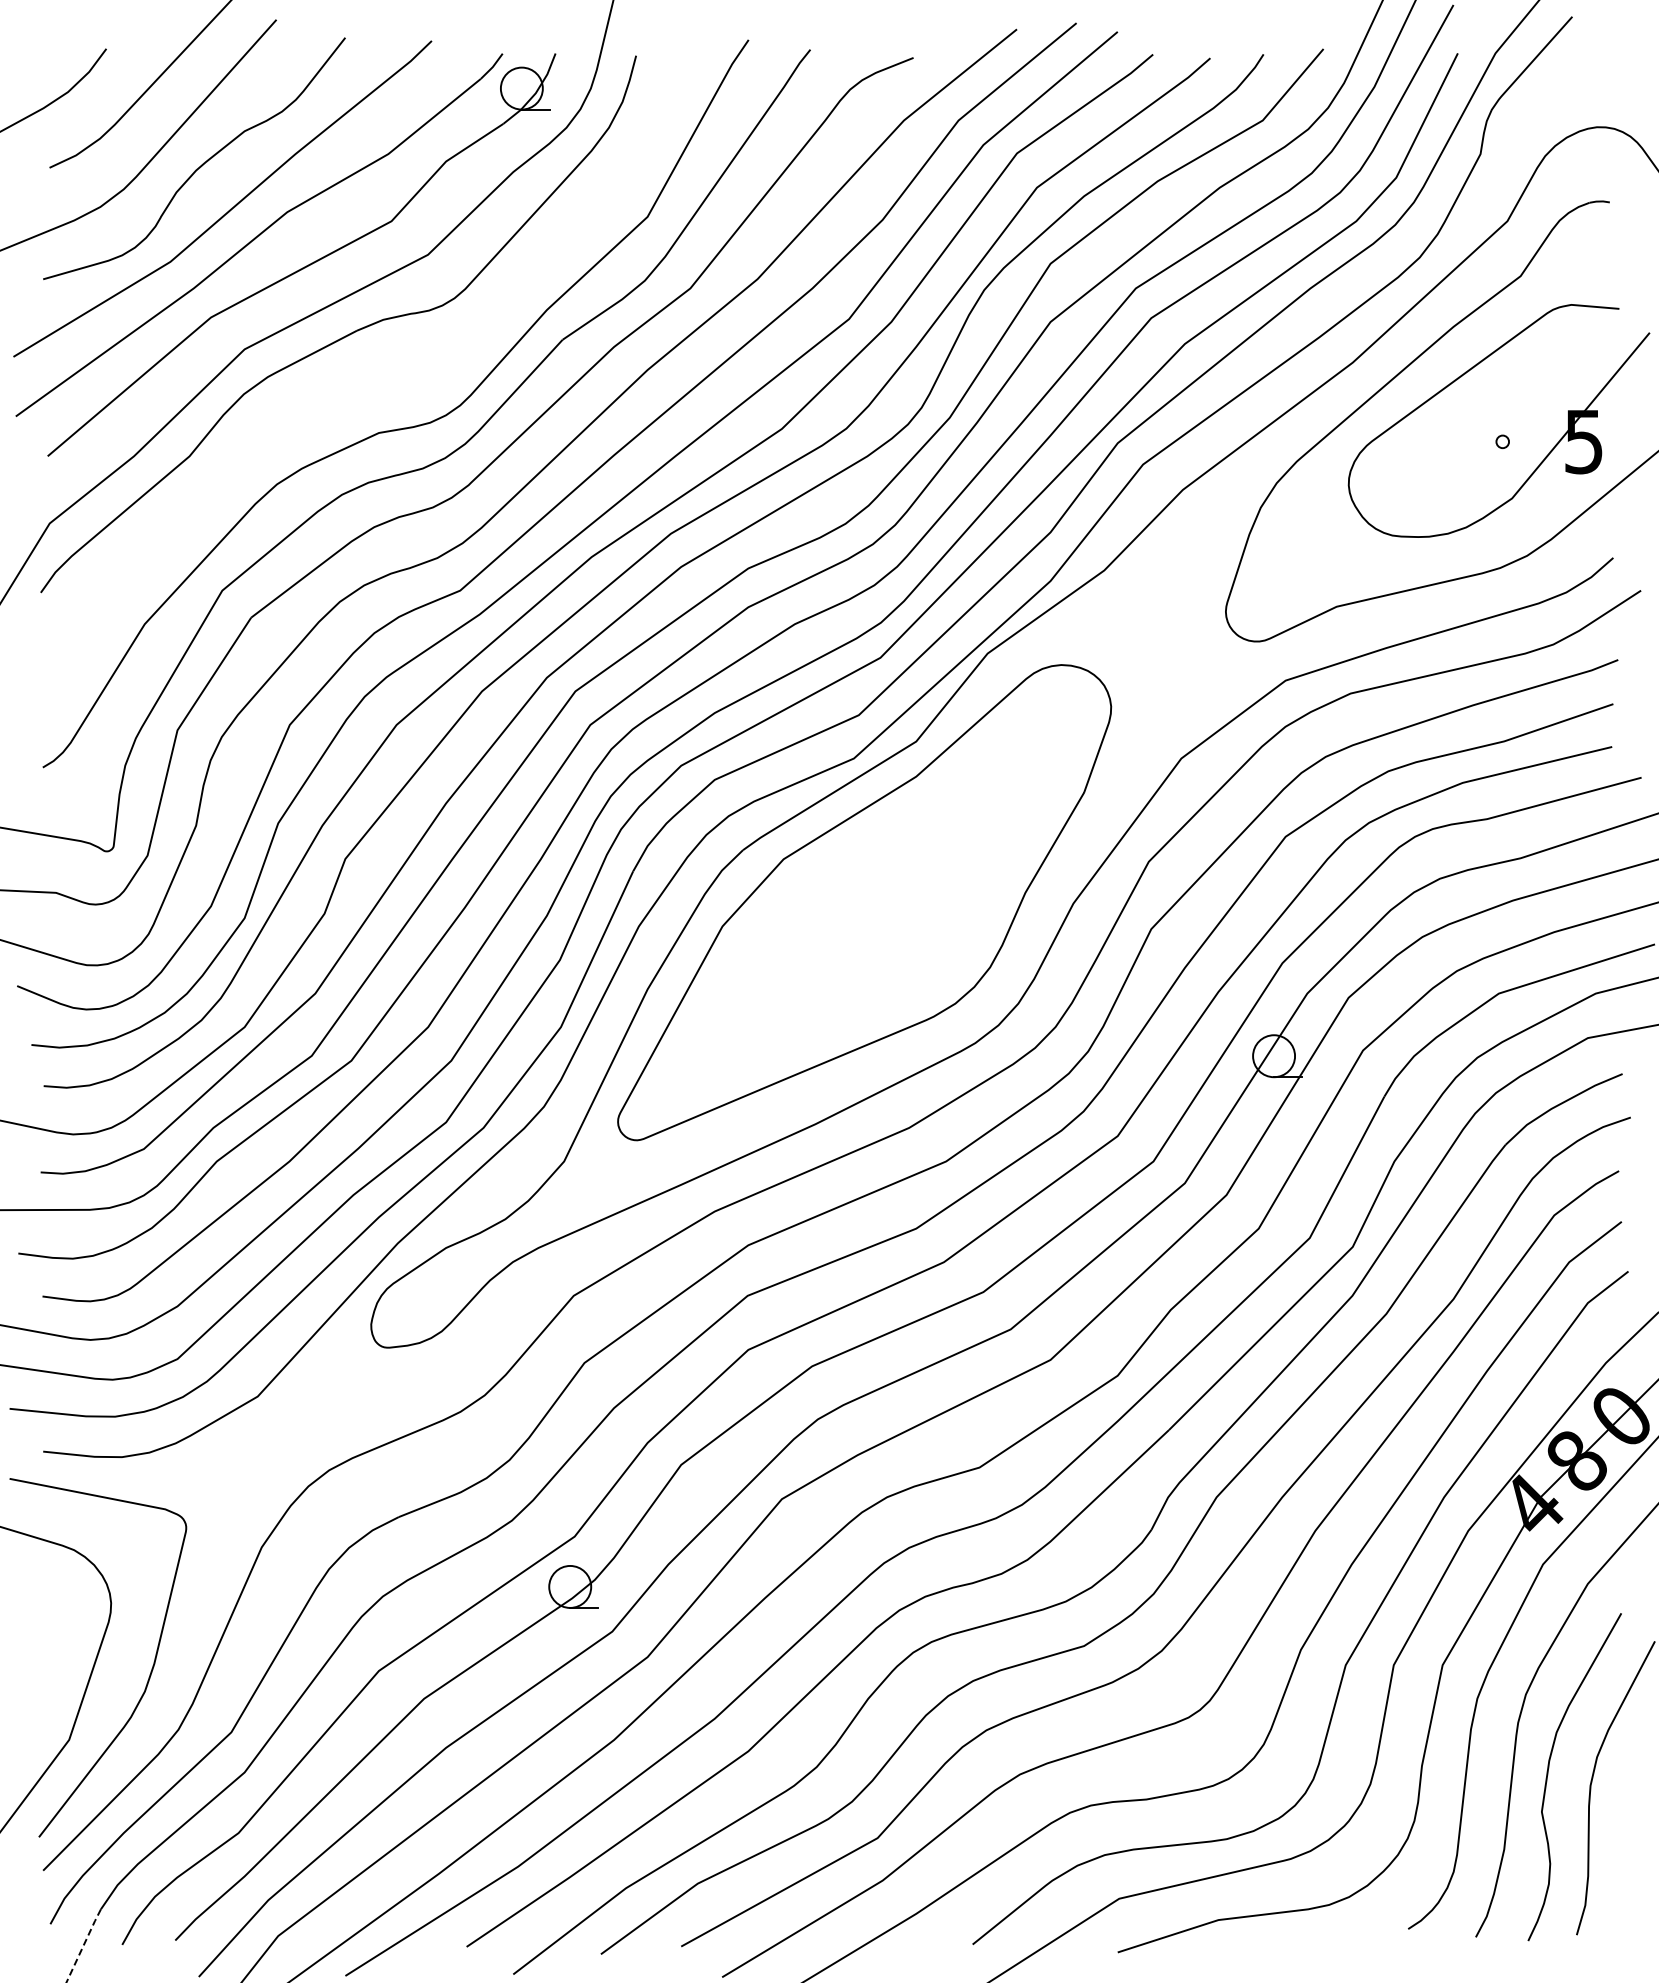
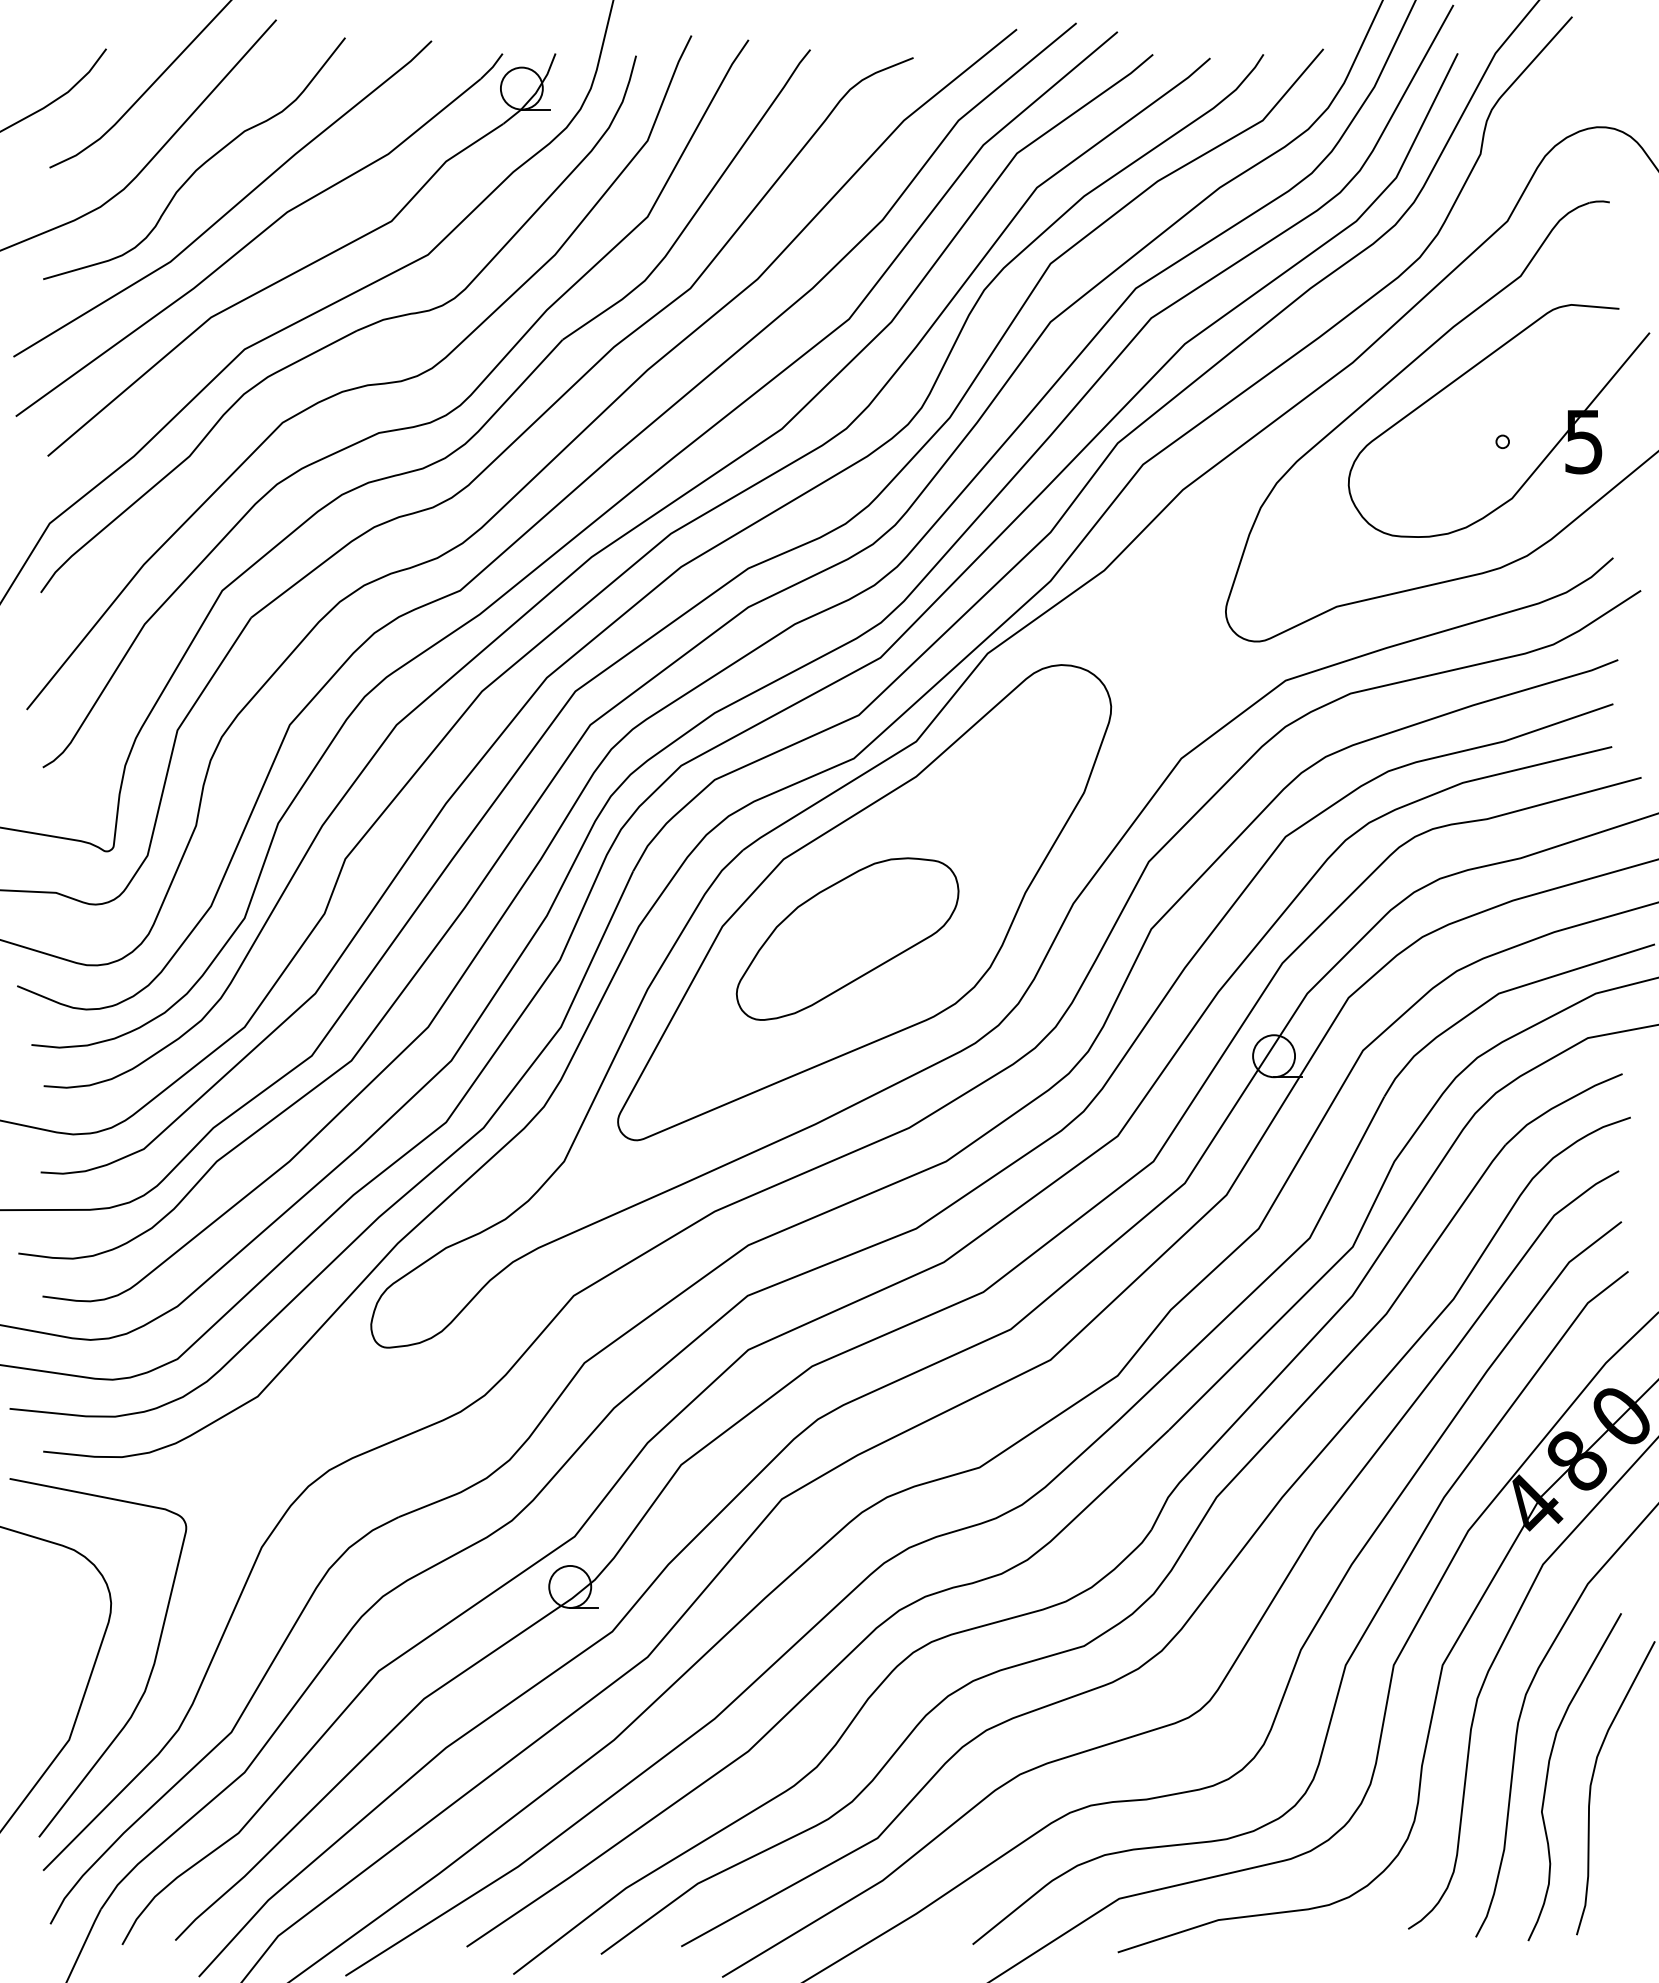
curve at (362, 385): none -> present
part at (847, 938): none -> present
line at (83, 1946): dashed -> solid
